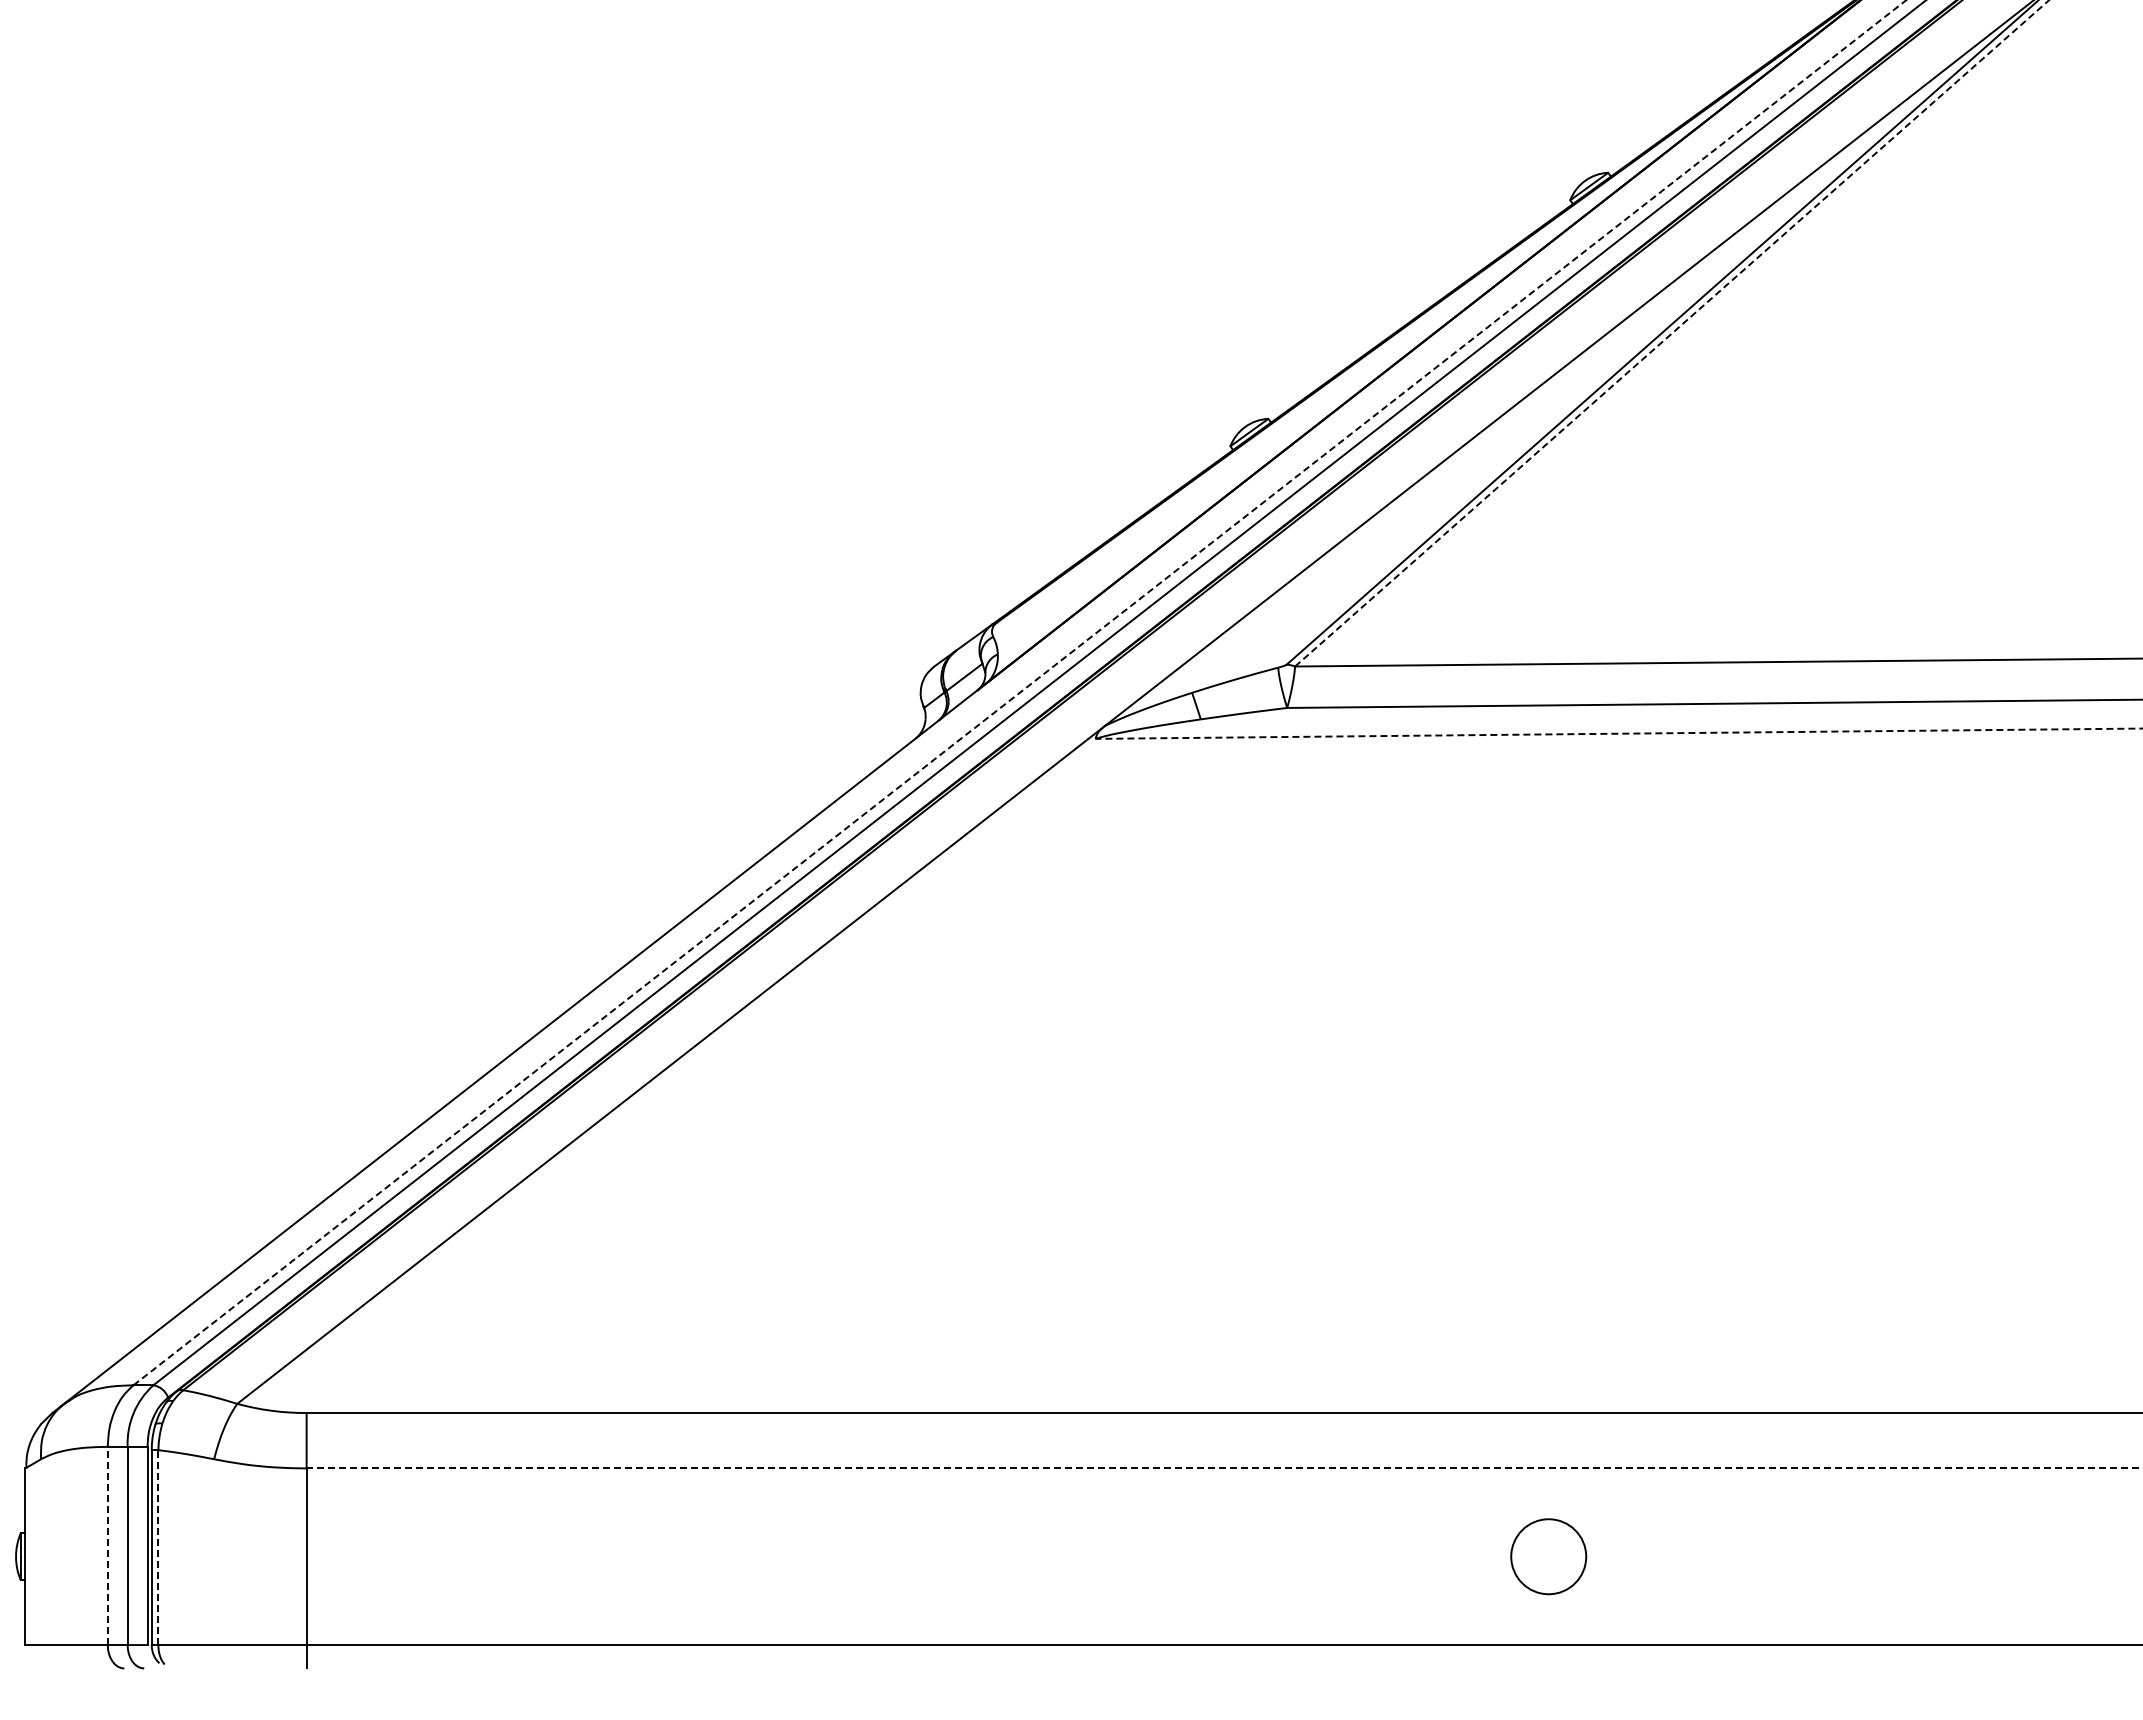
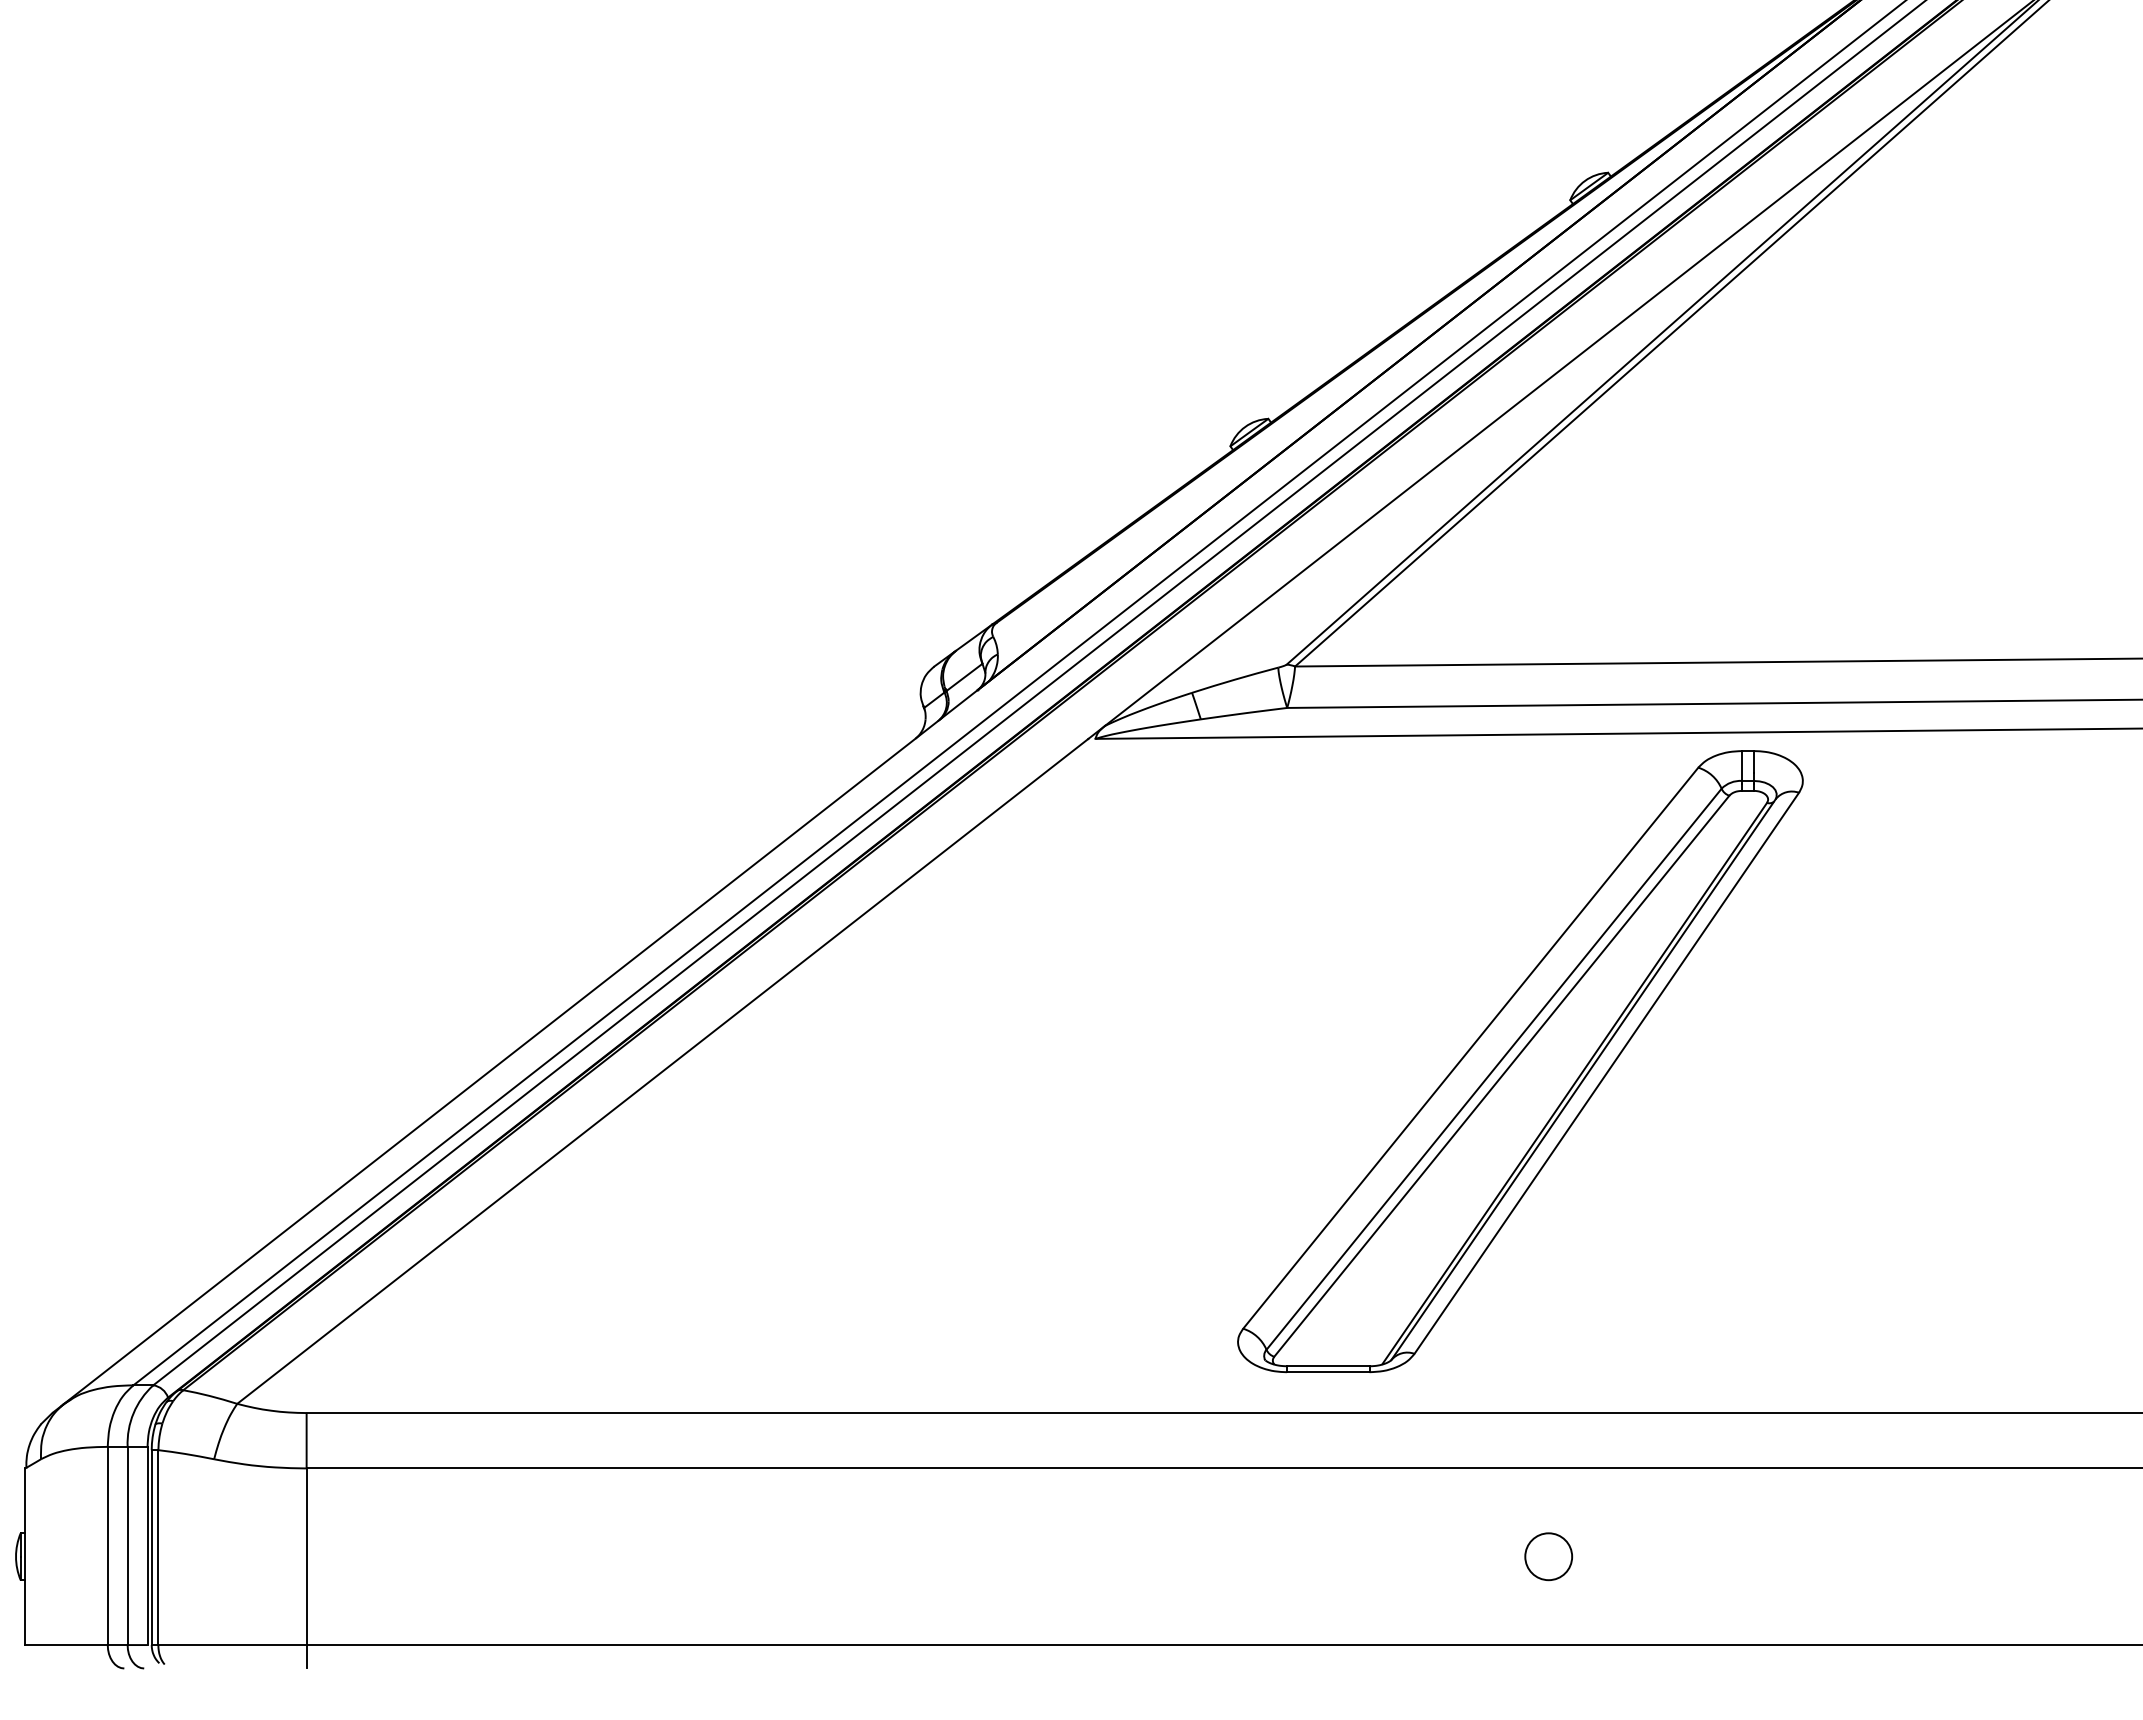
line at (1671, 333): dashed -> solid
line at (1019, 692): dashed -> solid
line at (1618, 733): dashed -> solid
part at (1520, 1061): none -> present
line at (1224, 1468): dashed -> solid
line at (107, 1545): dashed -> solid
line at (158, 1547): dashed -> solid
circle at (1548, 1556) diameter: 75 px -> 47 px
